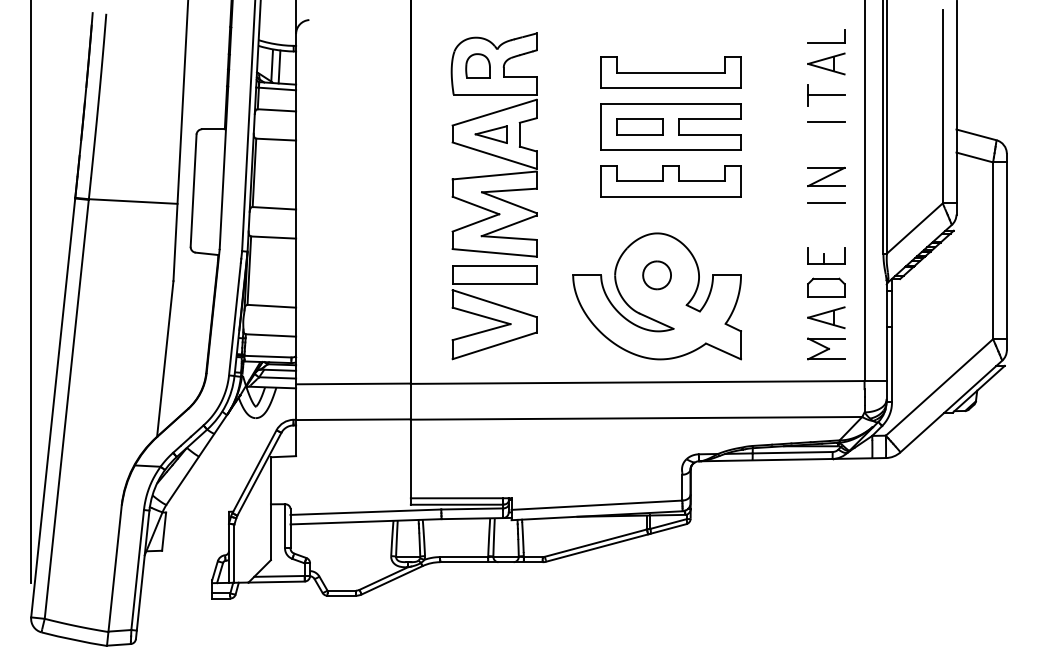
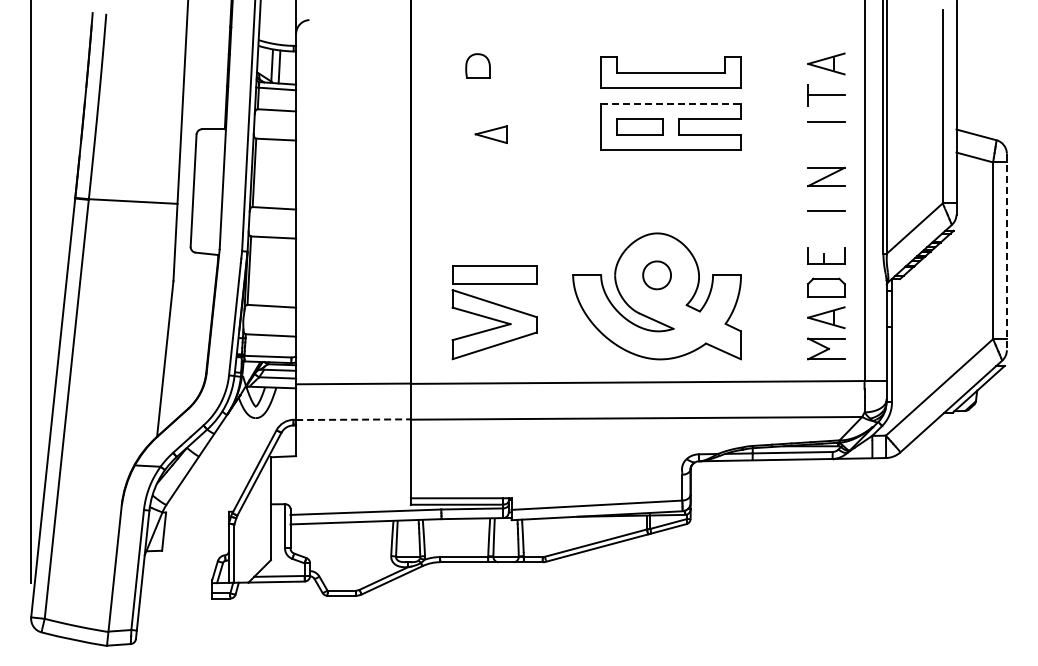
part at (826, 36): present -> none
line at (671, 103): solid -> dashed
part at (493, 144): present -> none
part at (670, 181): present -> none
line at (826, 202) position: (826, 202) -> (826, 210)
line at (1006, 252): solid -> dashed
line at (353, 419): solid -> dashed
